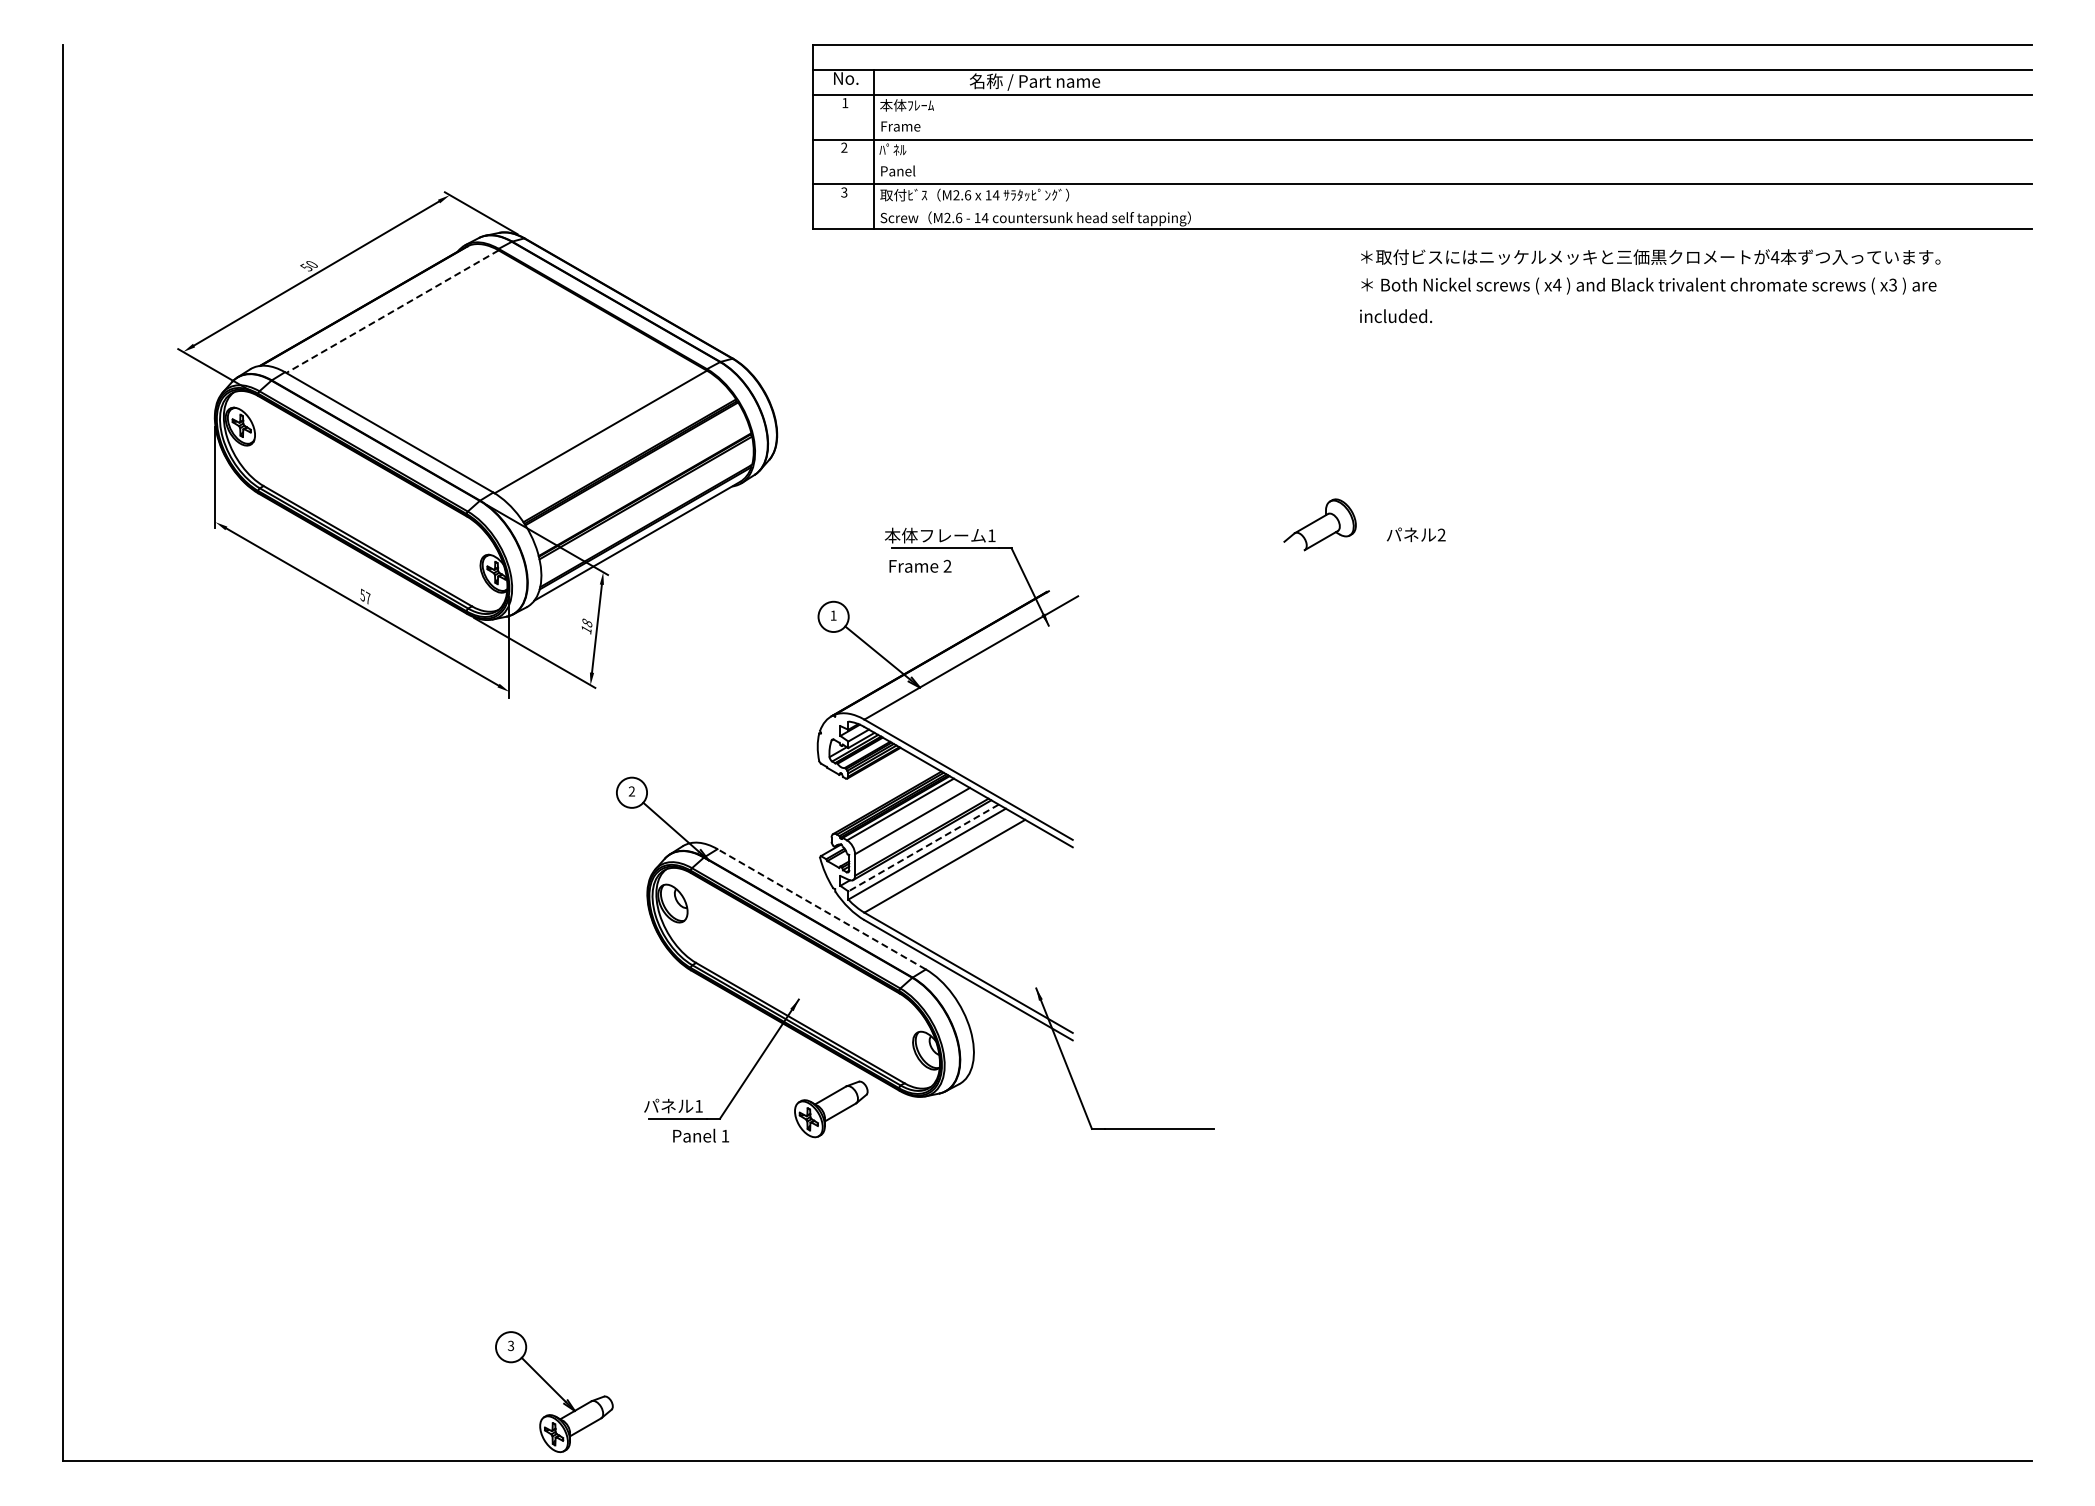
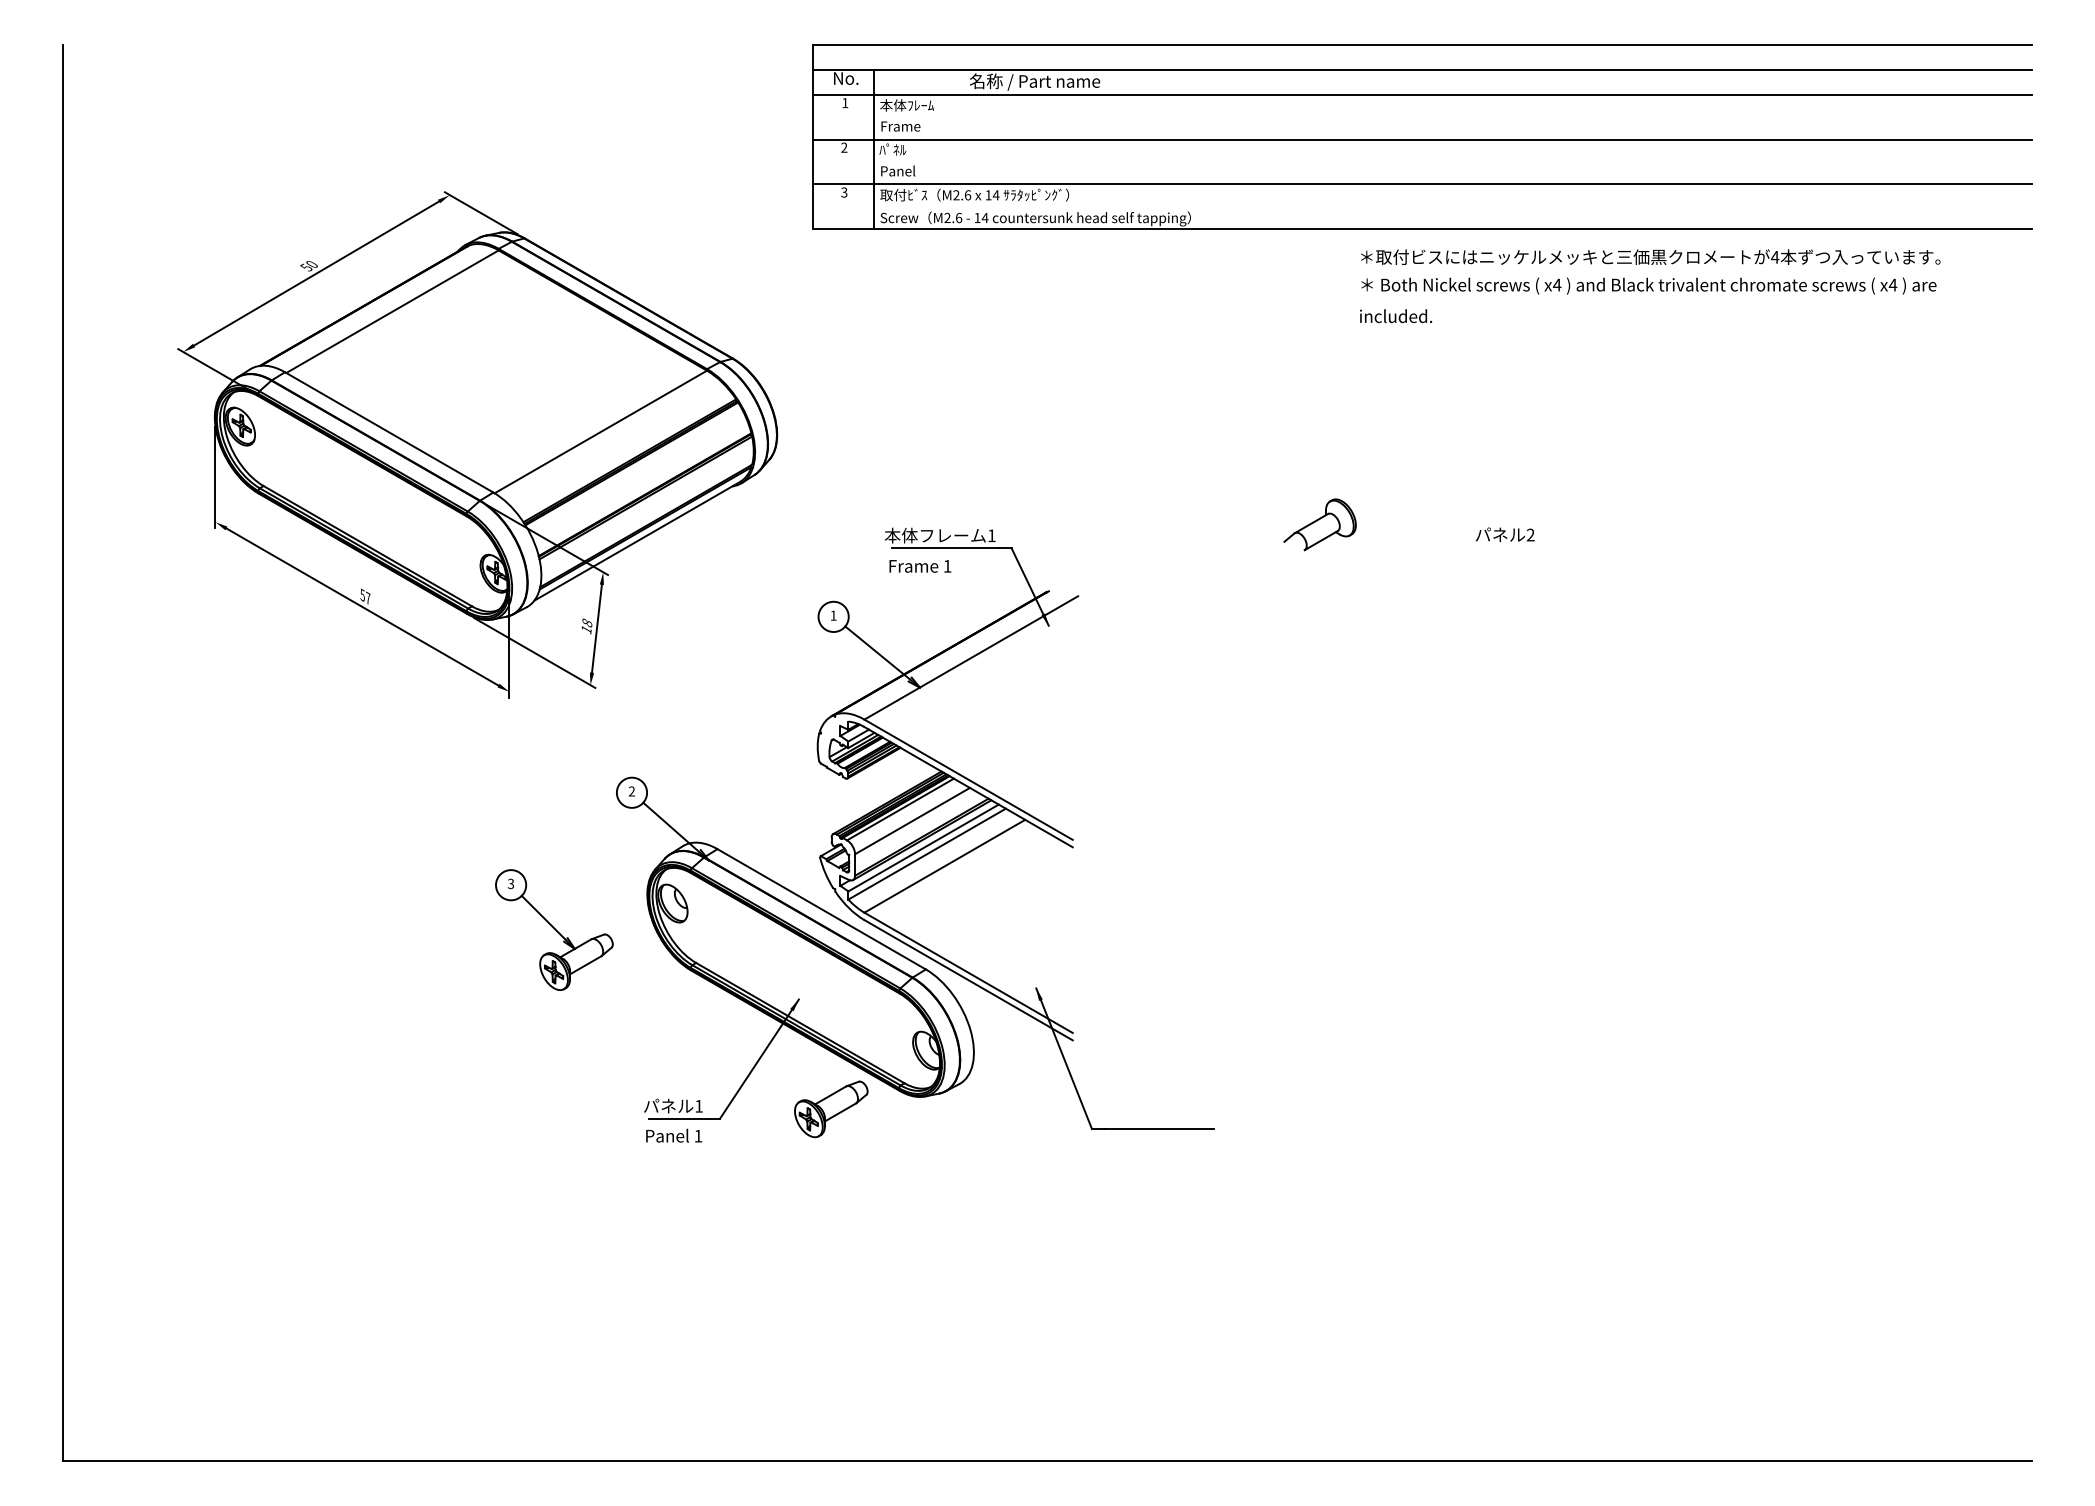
text at (1892, 284): x3 -> x4
line at (392, 311): dashed -> solid
text at (1415, 534) position: (1415, 534) -> (1504, 534)
text at (947, 565): 2 -> 1
line at (923, 848): dashed -> solid
line at (821, 909): dashed -> solid
text at (700, 1135) position: (700, 1135) -> (673, 1135)
part at (554, 1392) position: (554, 1392) -> (554, 930)
